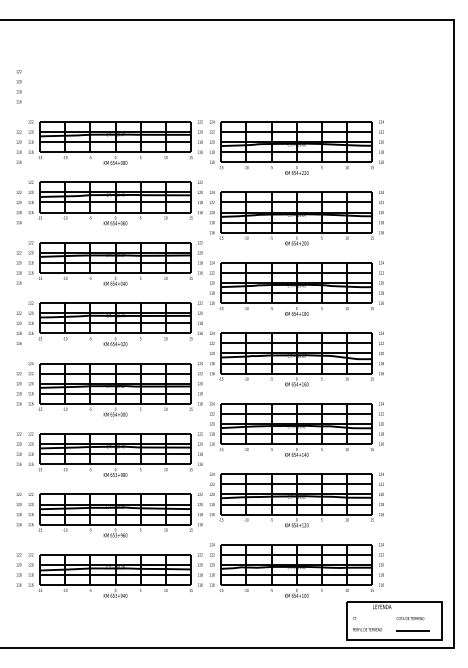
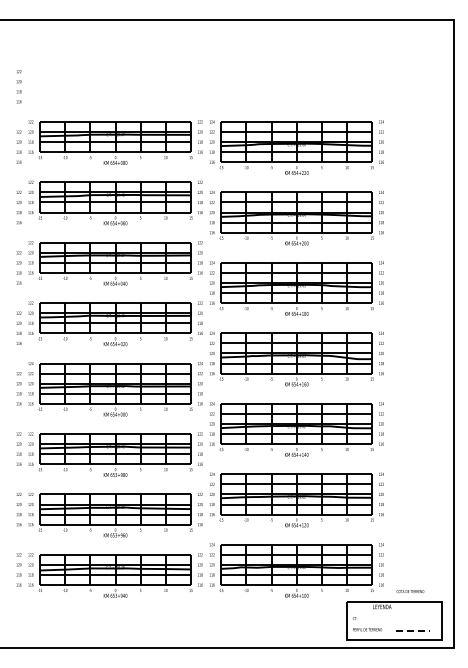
text at (410, 618) position: (410, 618) -> (410, 591)
line at (413, 630): solid -> dashed
